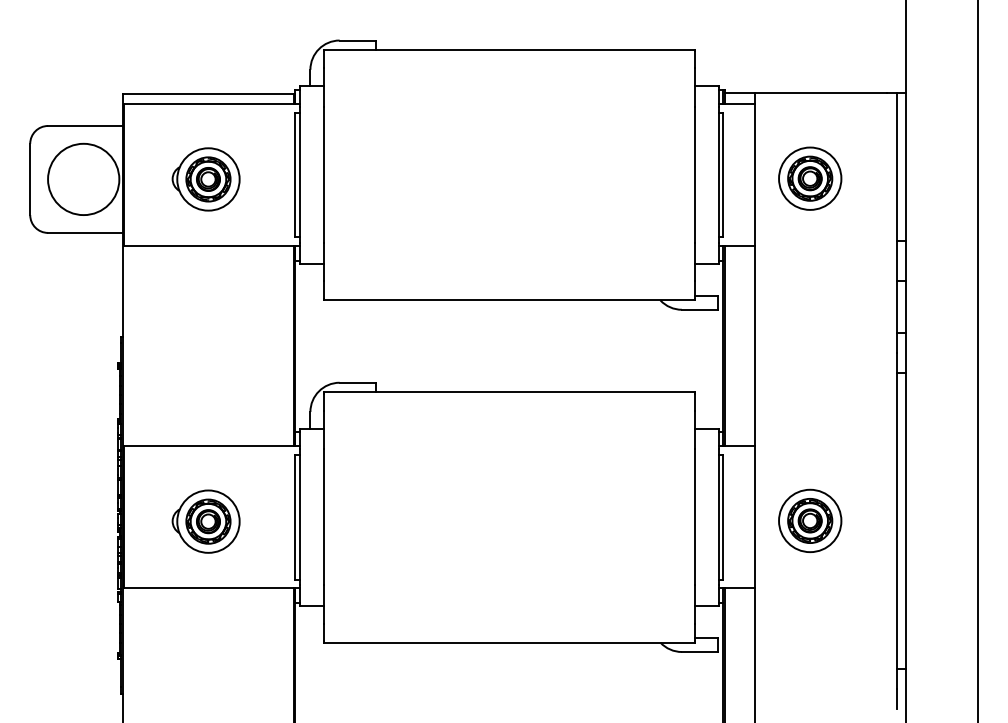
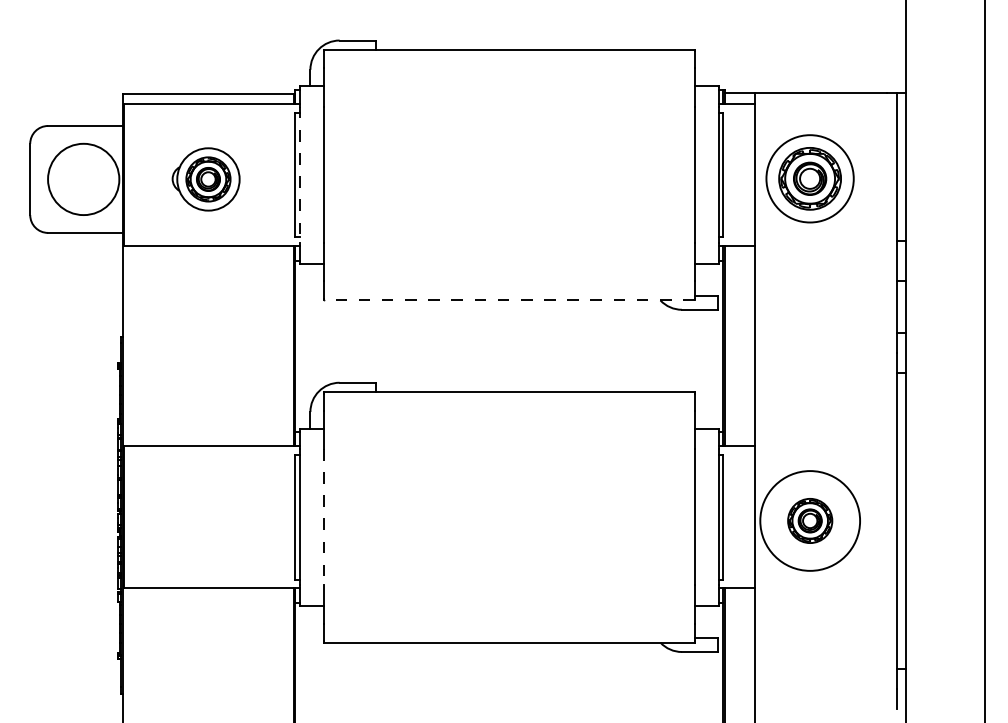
line at (299, 175): solid -> dashed
part at (810, 178) size: 65x65 px -> 90x90 px
line at (508, 300): solid -> dashed
line at (977, 360) position: (977, 360) -> (984, 360)
line at (323, 517): solid -> dashed
circle at (810, 520) diameter: 62 px -> 100 px
part at (205, 521): present -> none
